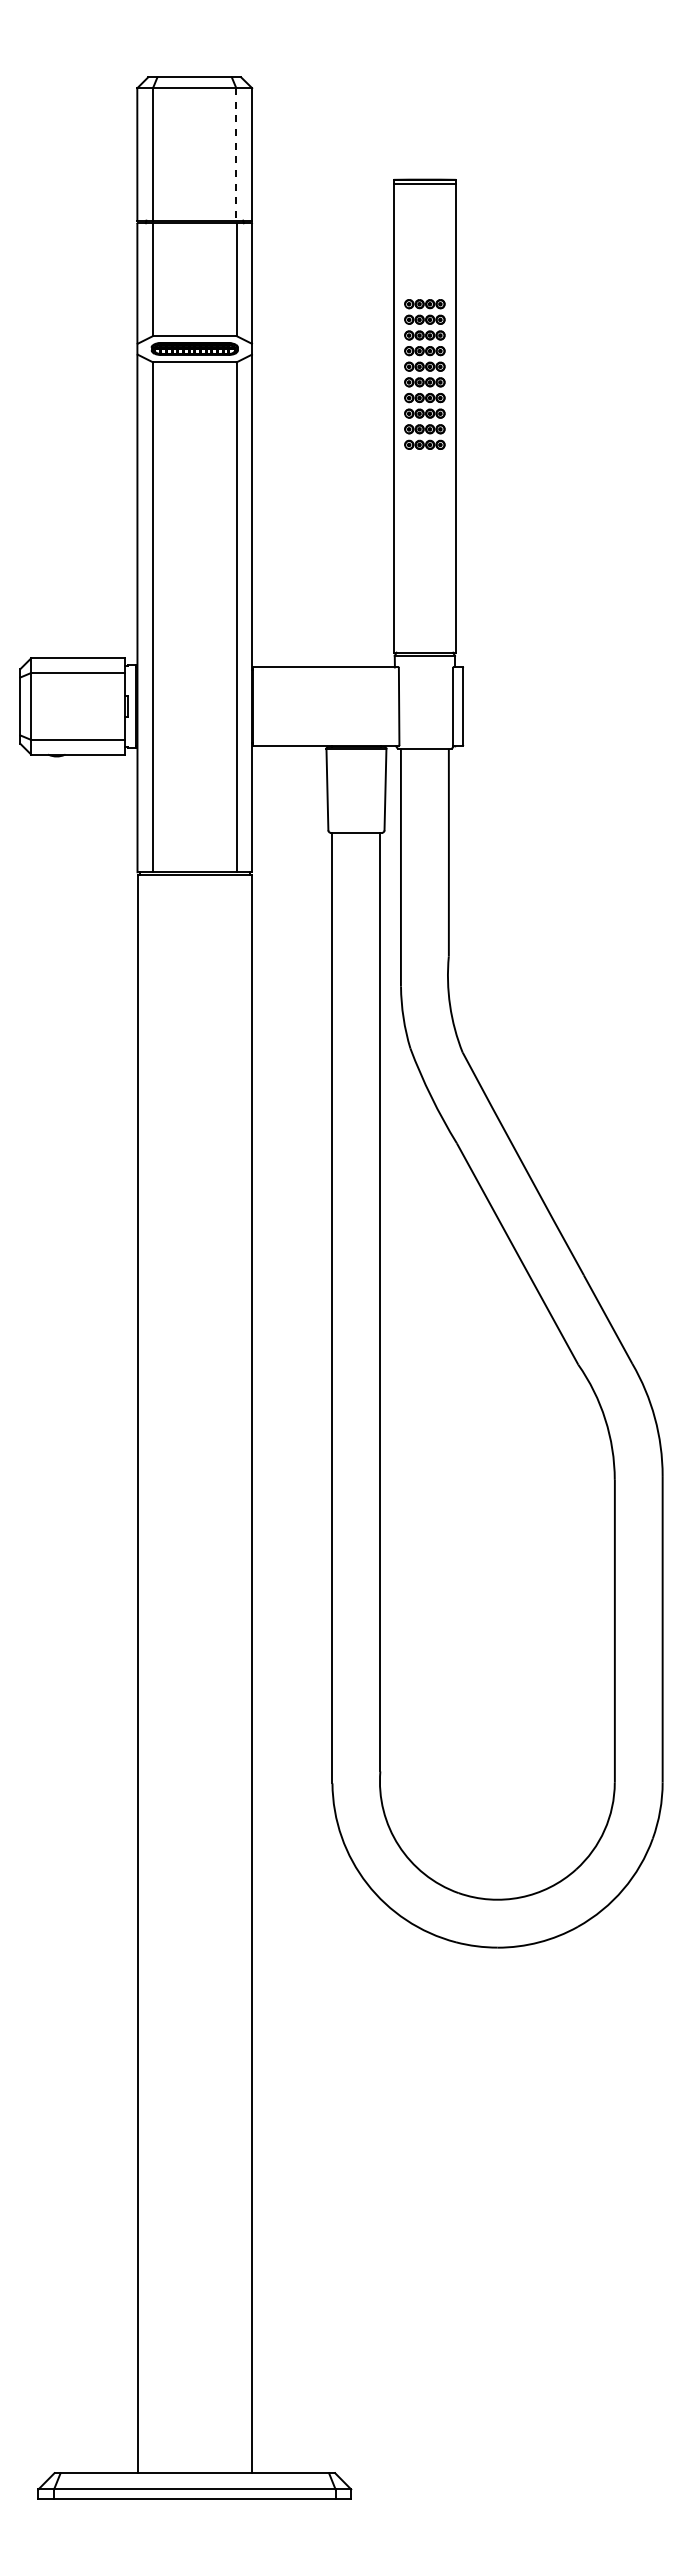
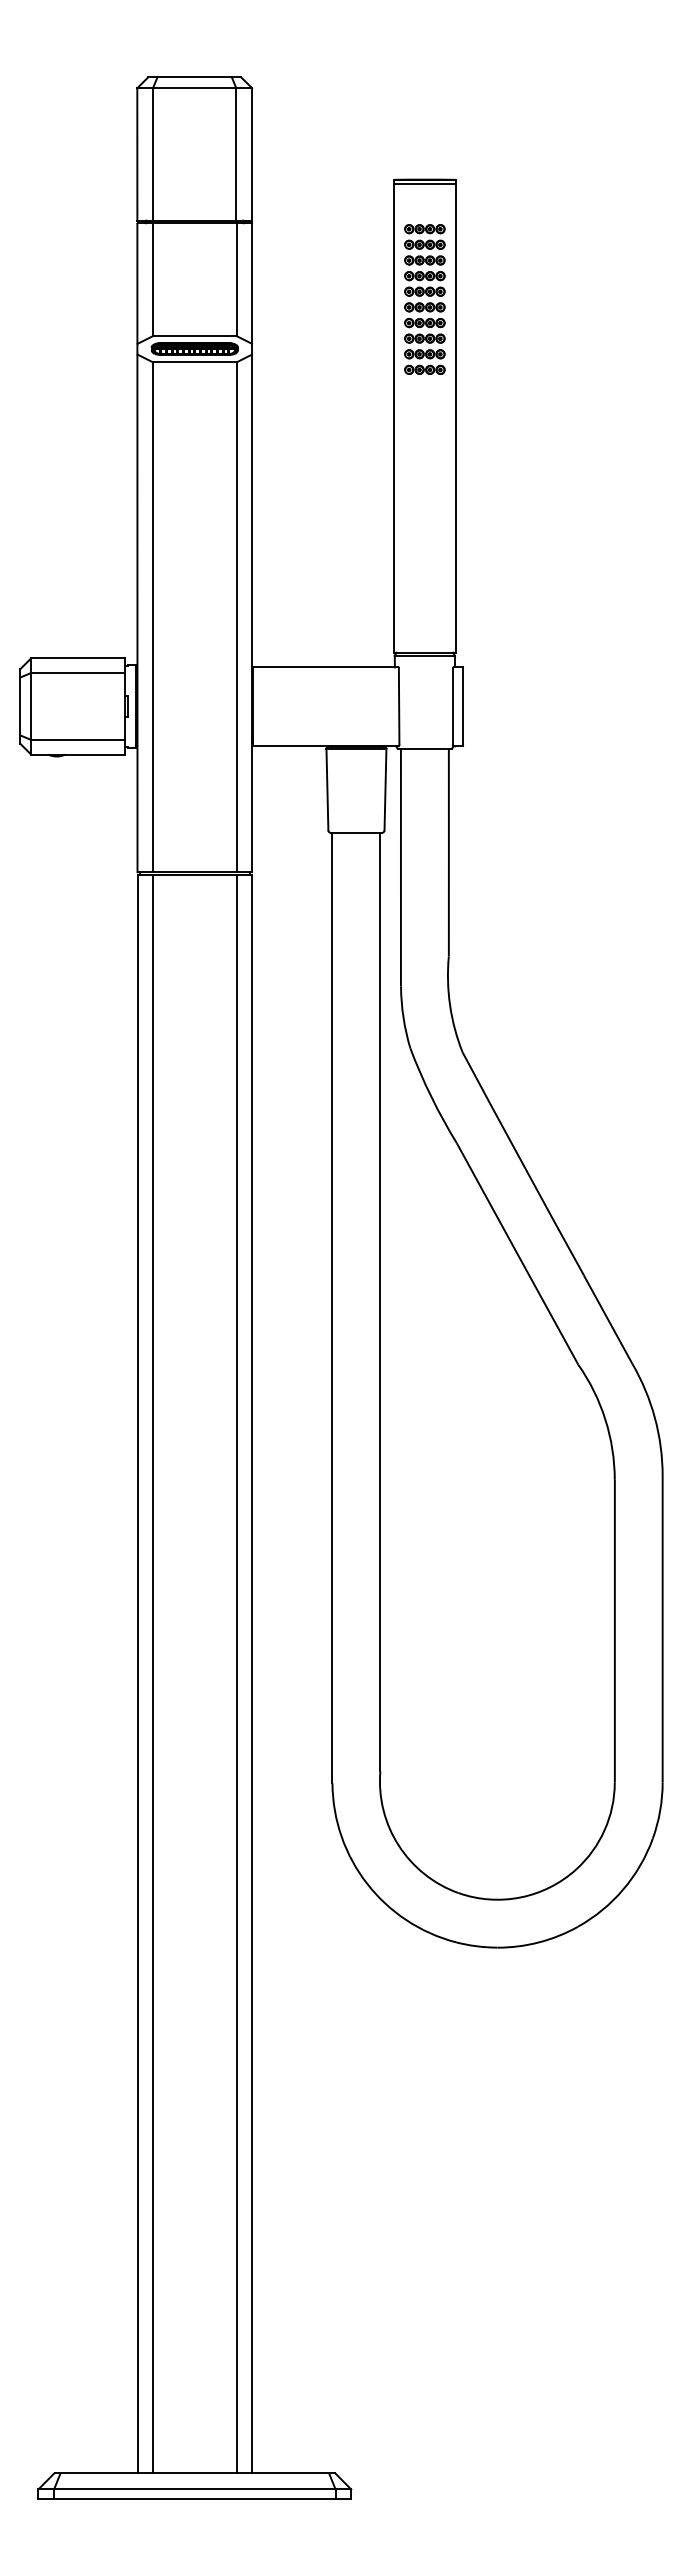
line at (236, 154): dashed -> solid
part at (424, 374) position: (424, 374) -> (424, 299)
line at (153, 1673): none -> present
line at (236, 1673): none -> present
